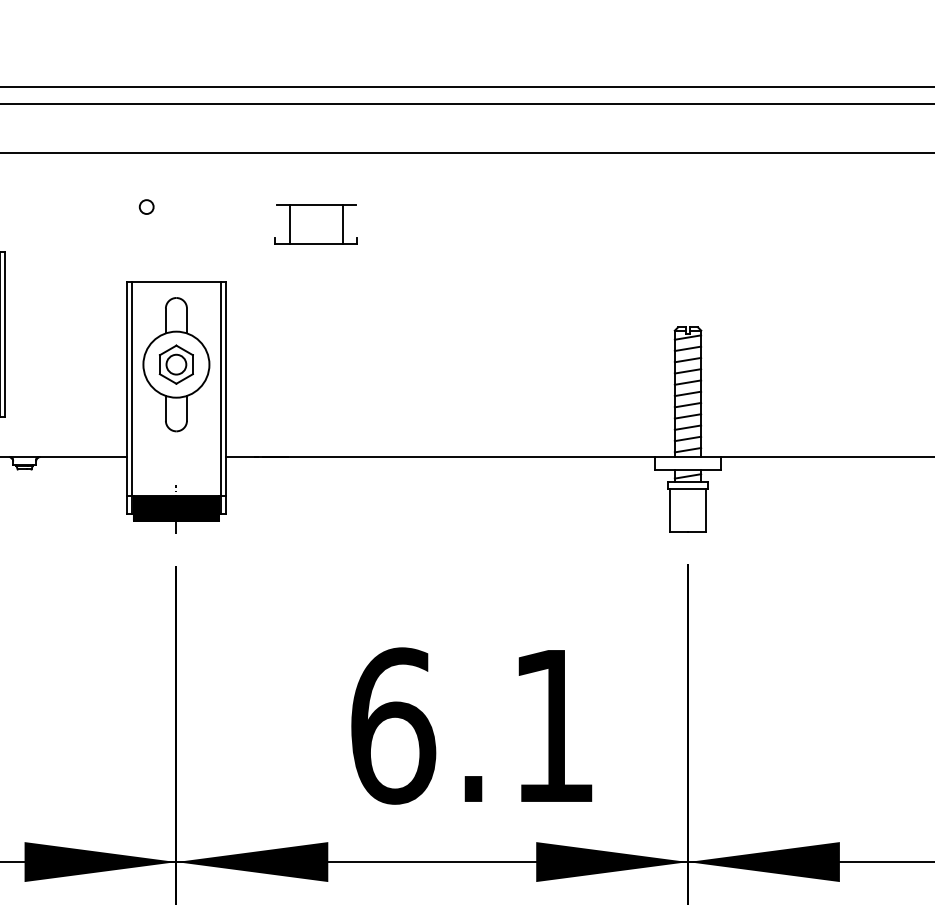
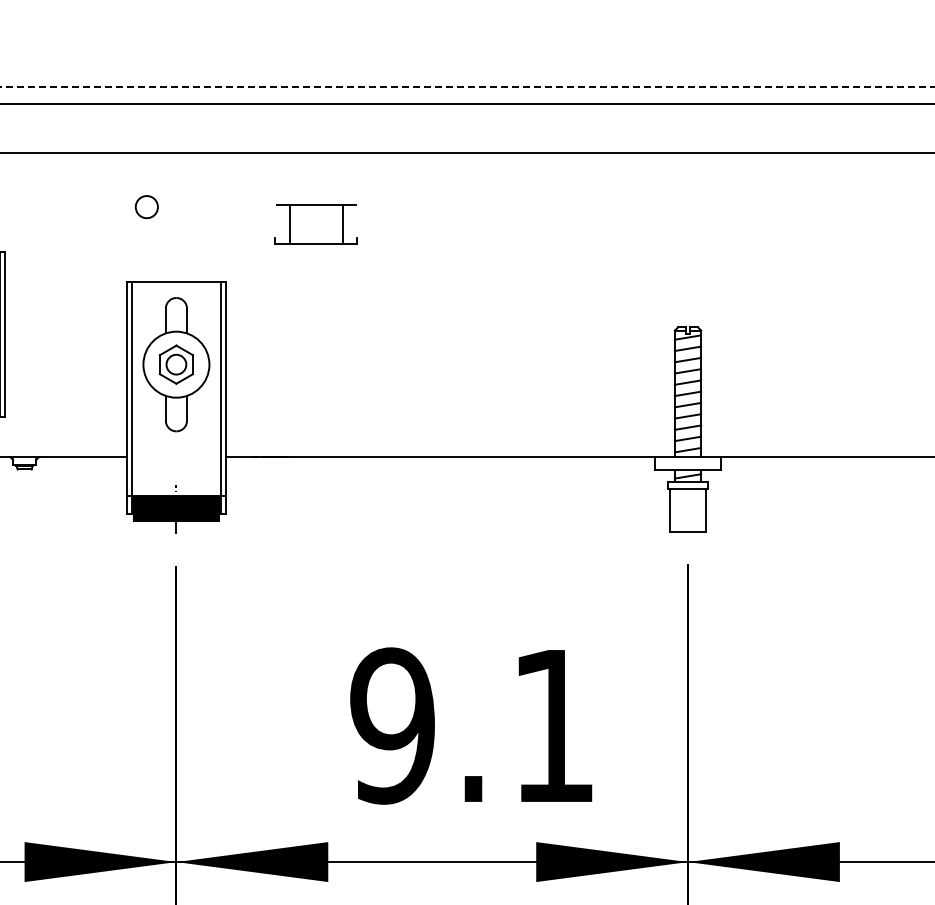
line at (467, 87): solid -> dashed
circle at (146, 206) size: 17x16 px -> 25x25 px
text at (393, 725): 6.1 -> 9.1
